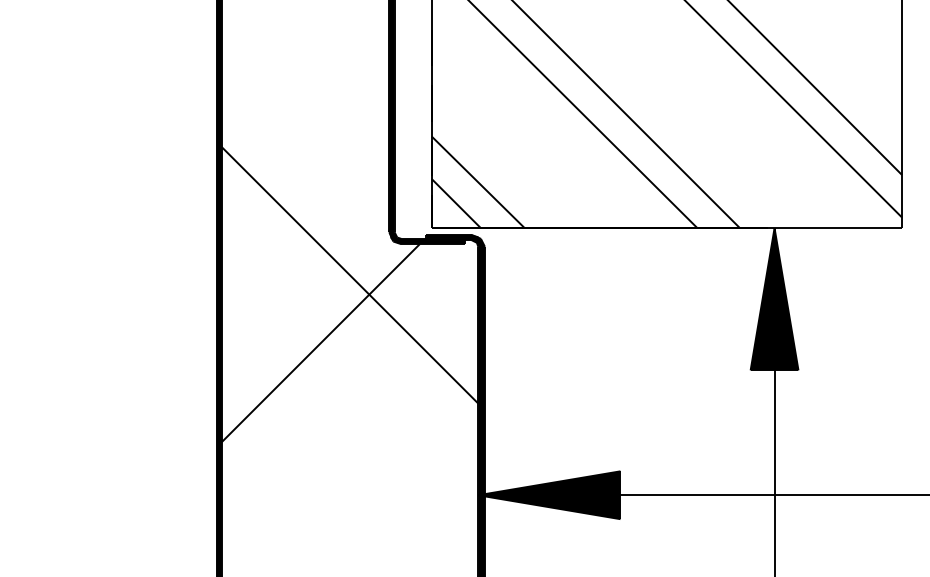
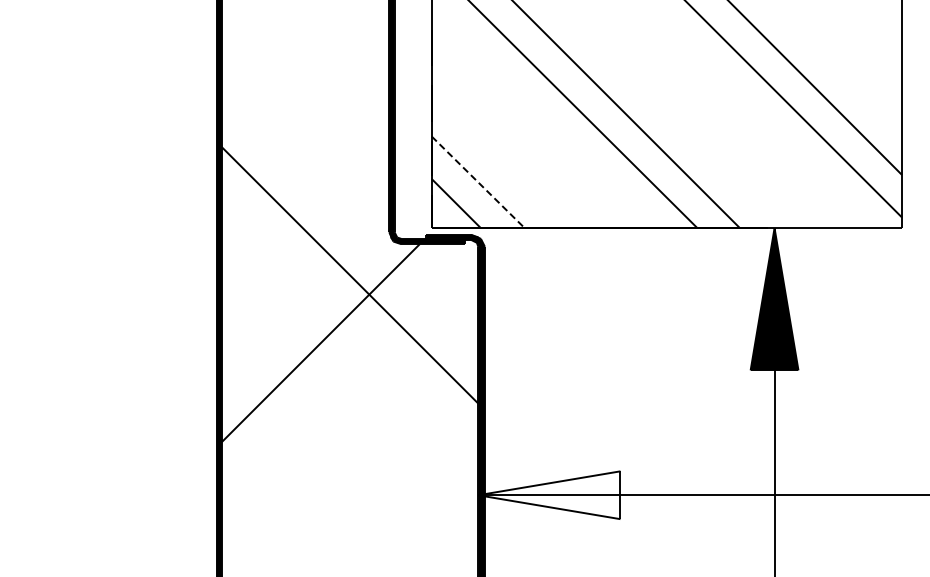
line at (478, 182): solid -> dashed
fill at (549, 495): present -> none
